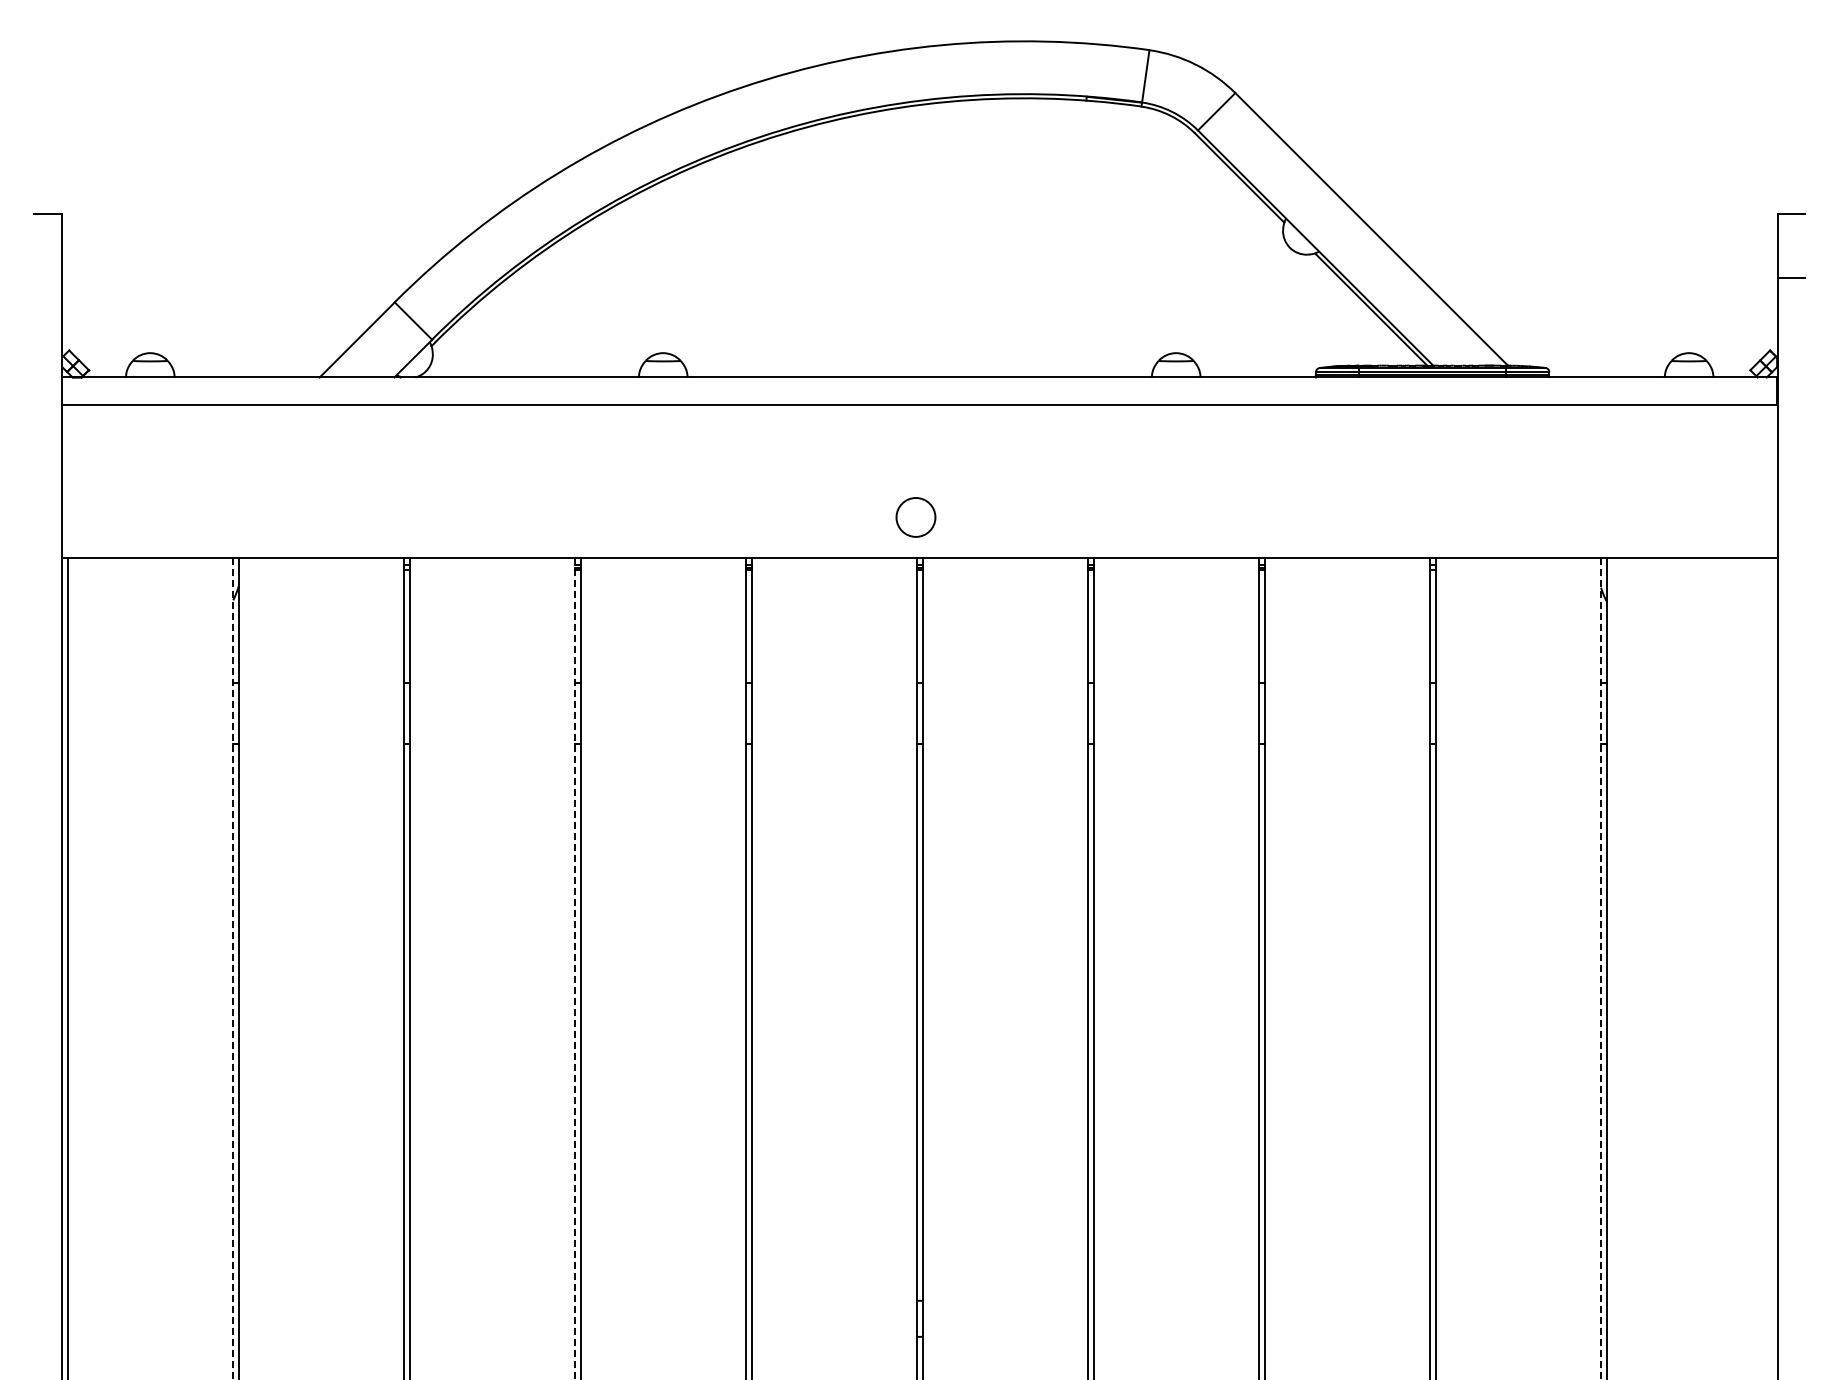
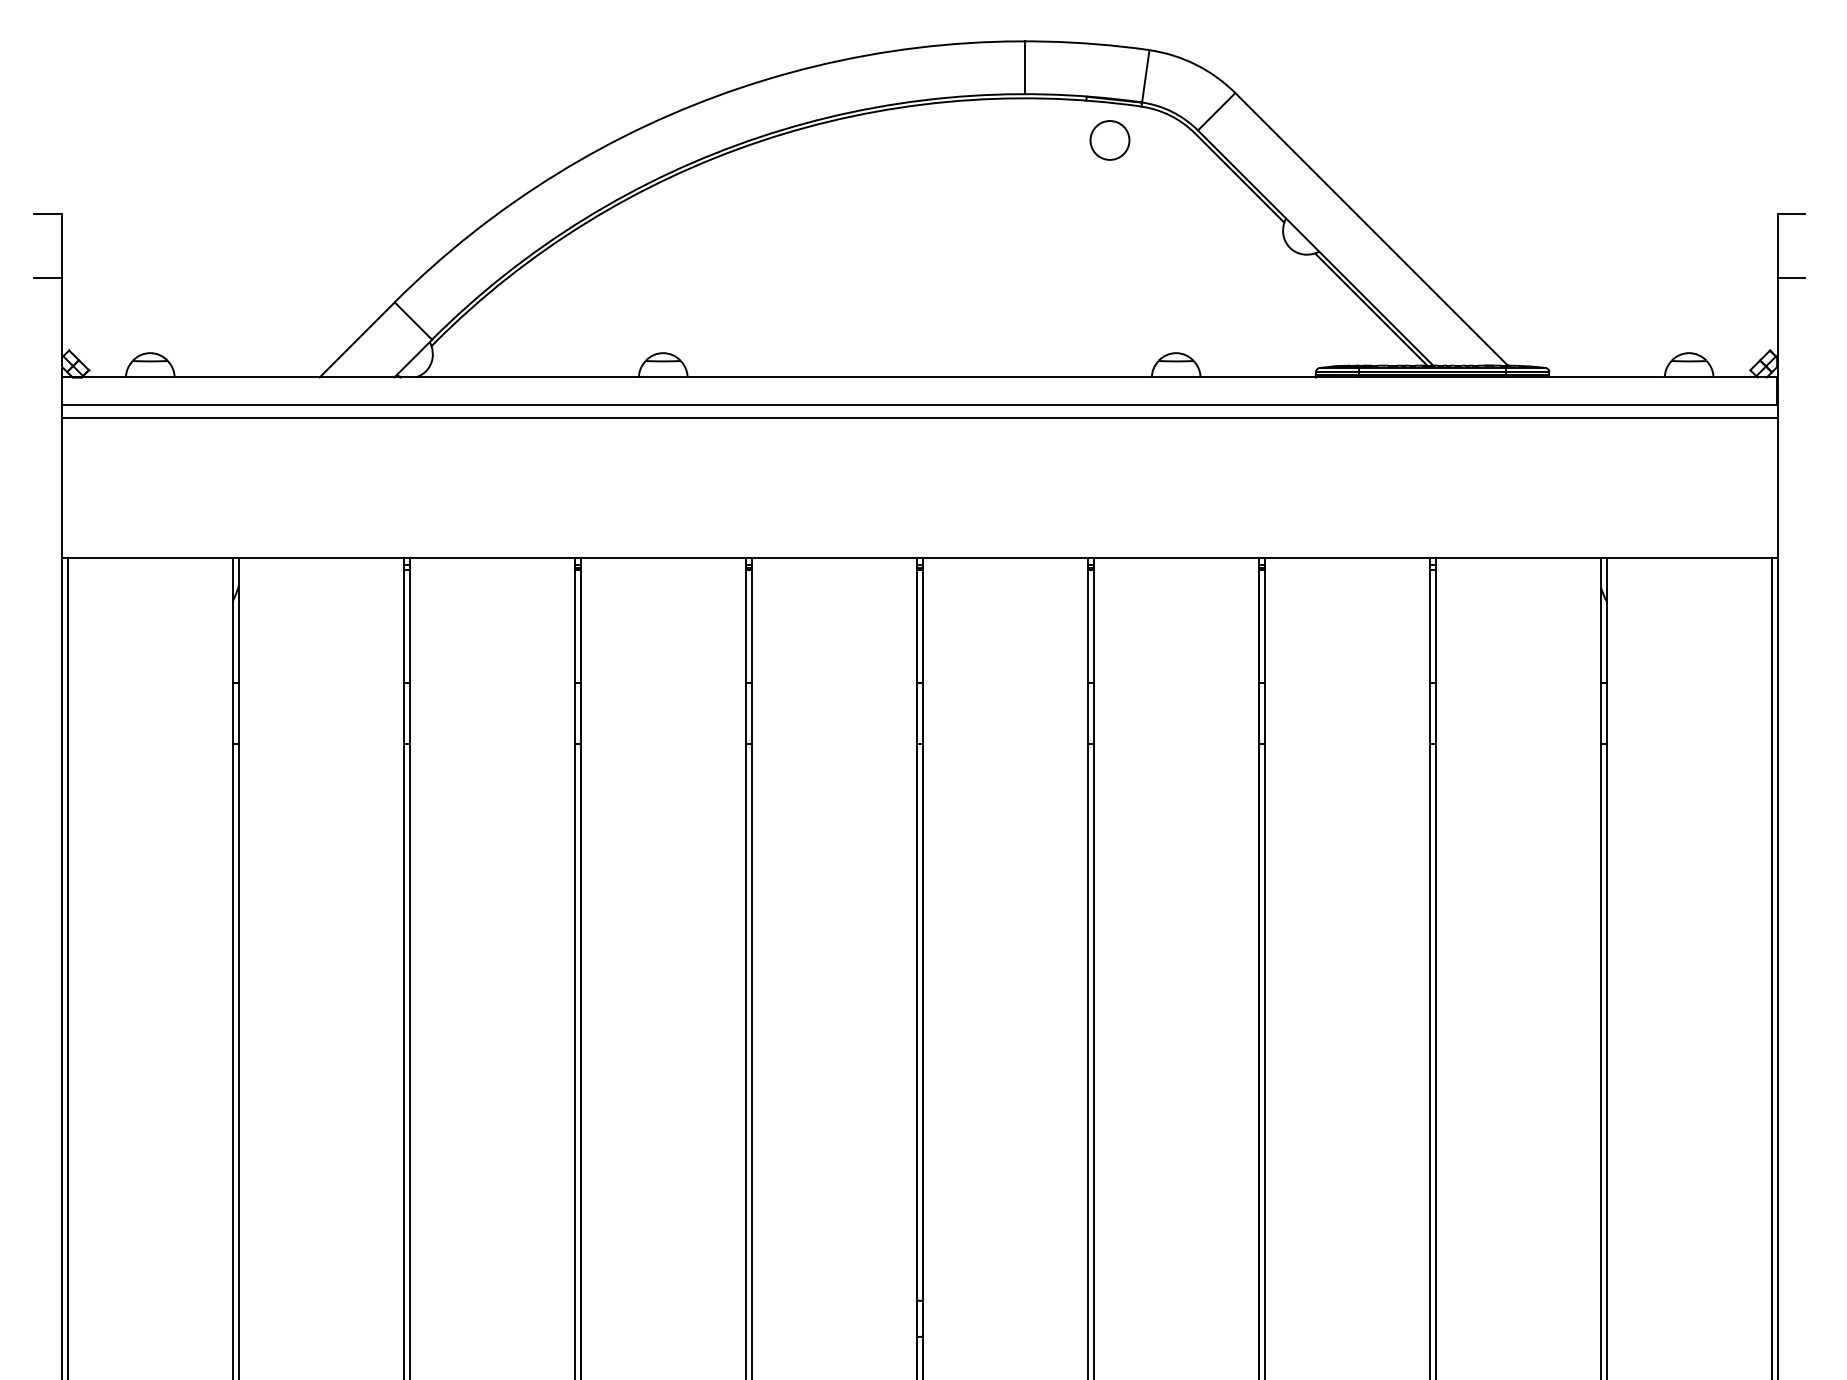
line at (1024, 67): none -> present
line at (48, 277): none -> present
line at (919, 418): none -> present
circle at (915, 517) position: (915, 517) -> (1109, 140)
line at (1772, 967): none -> present
line at (233, 969): dashed -> solid
line at (575, 969): dashed -> solid
line at (1601, 969): dashed -> solid
